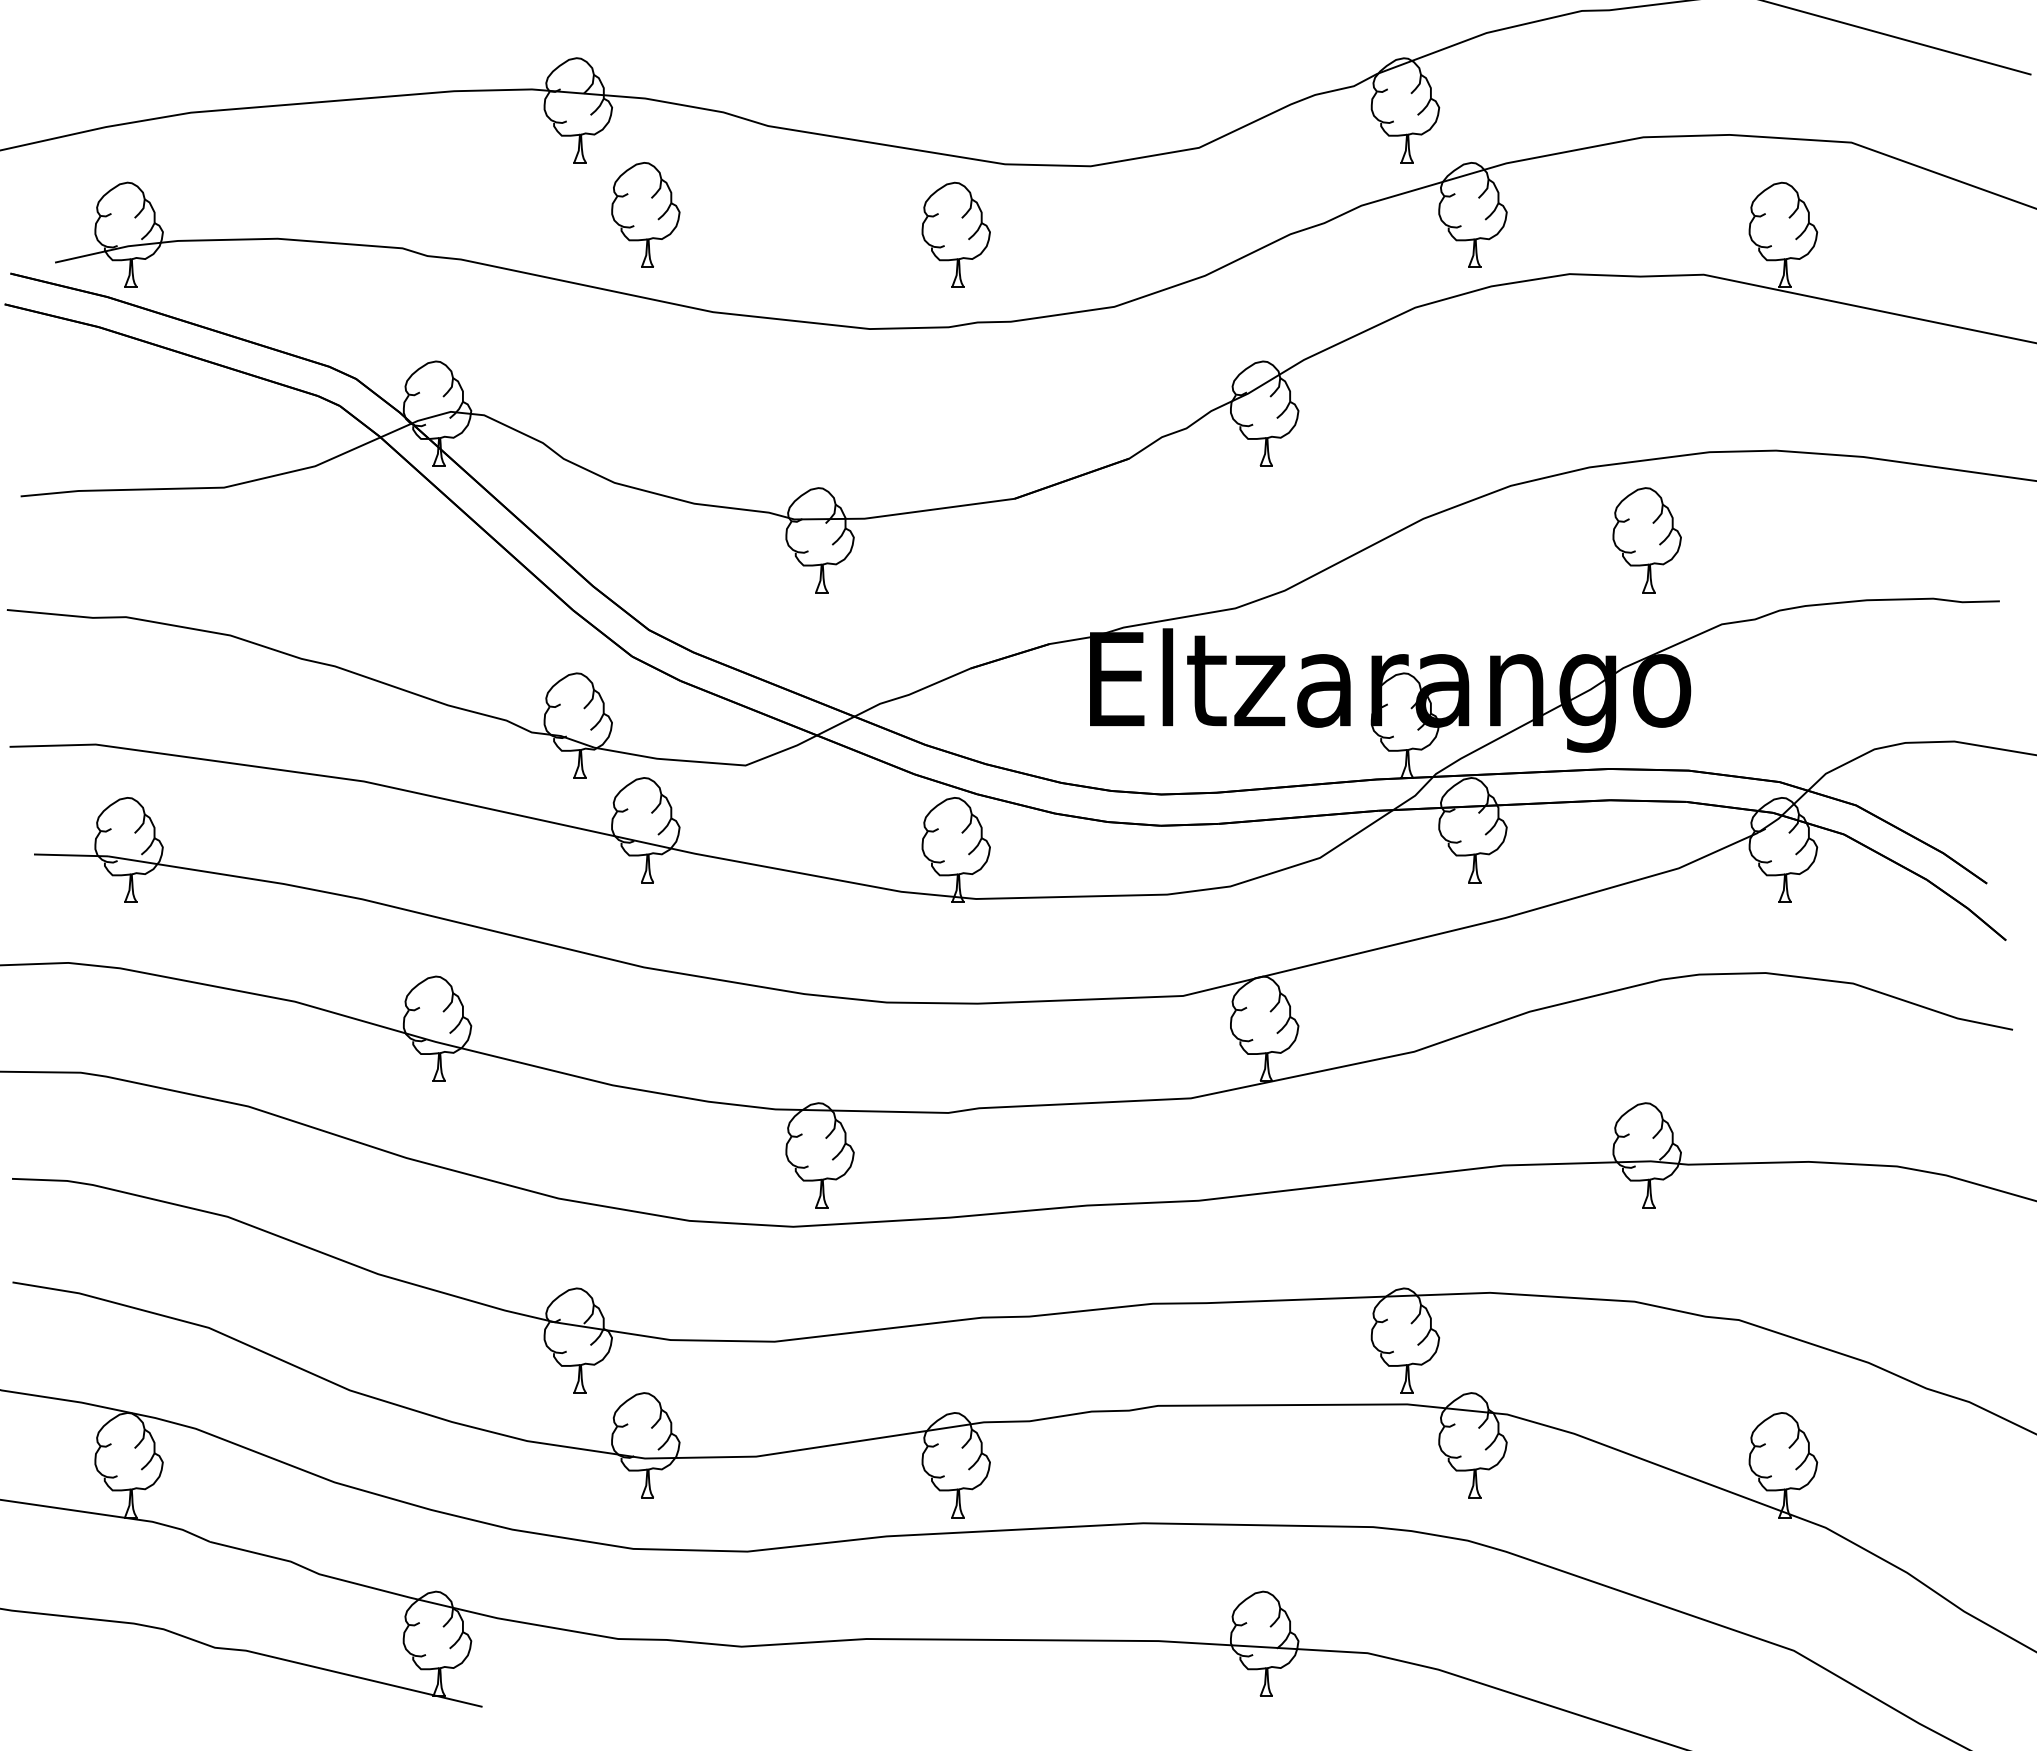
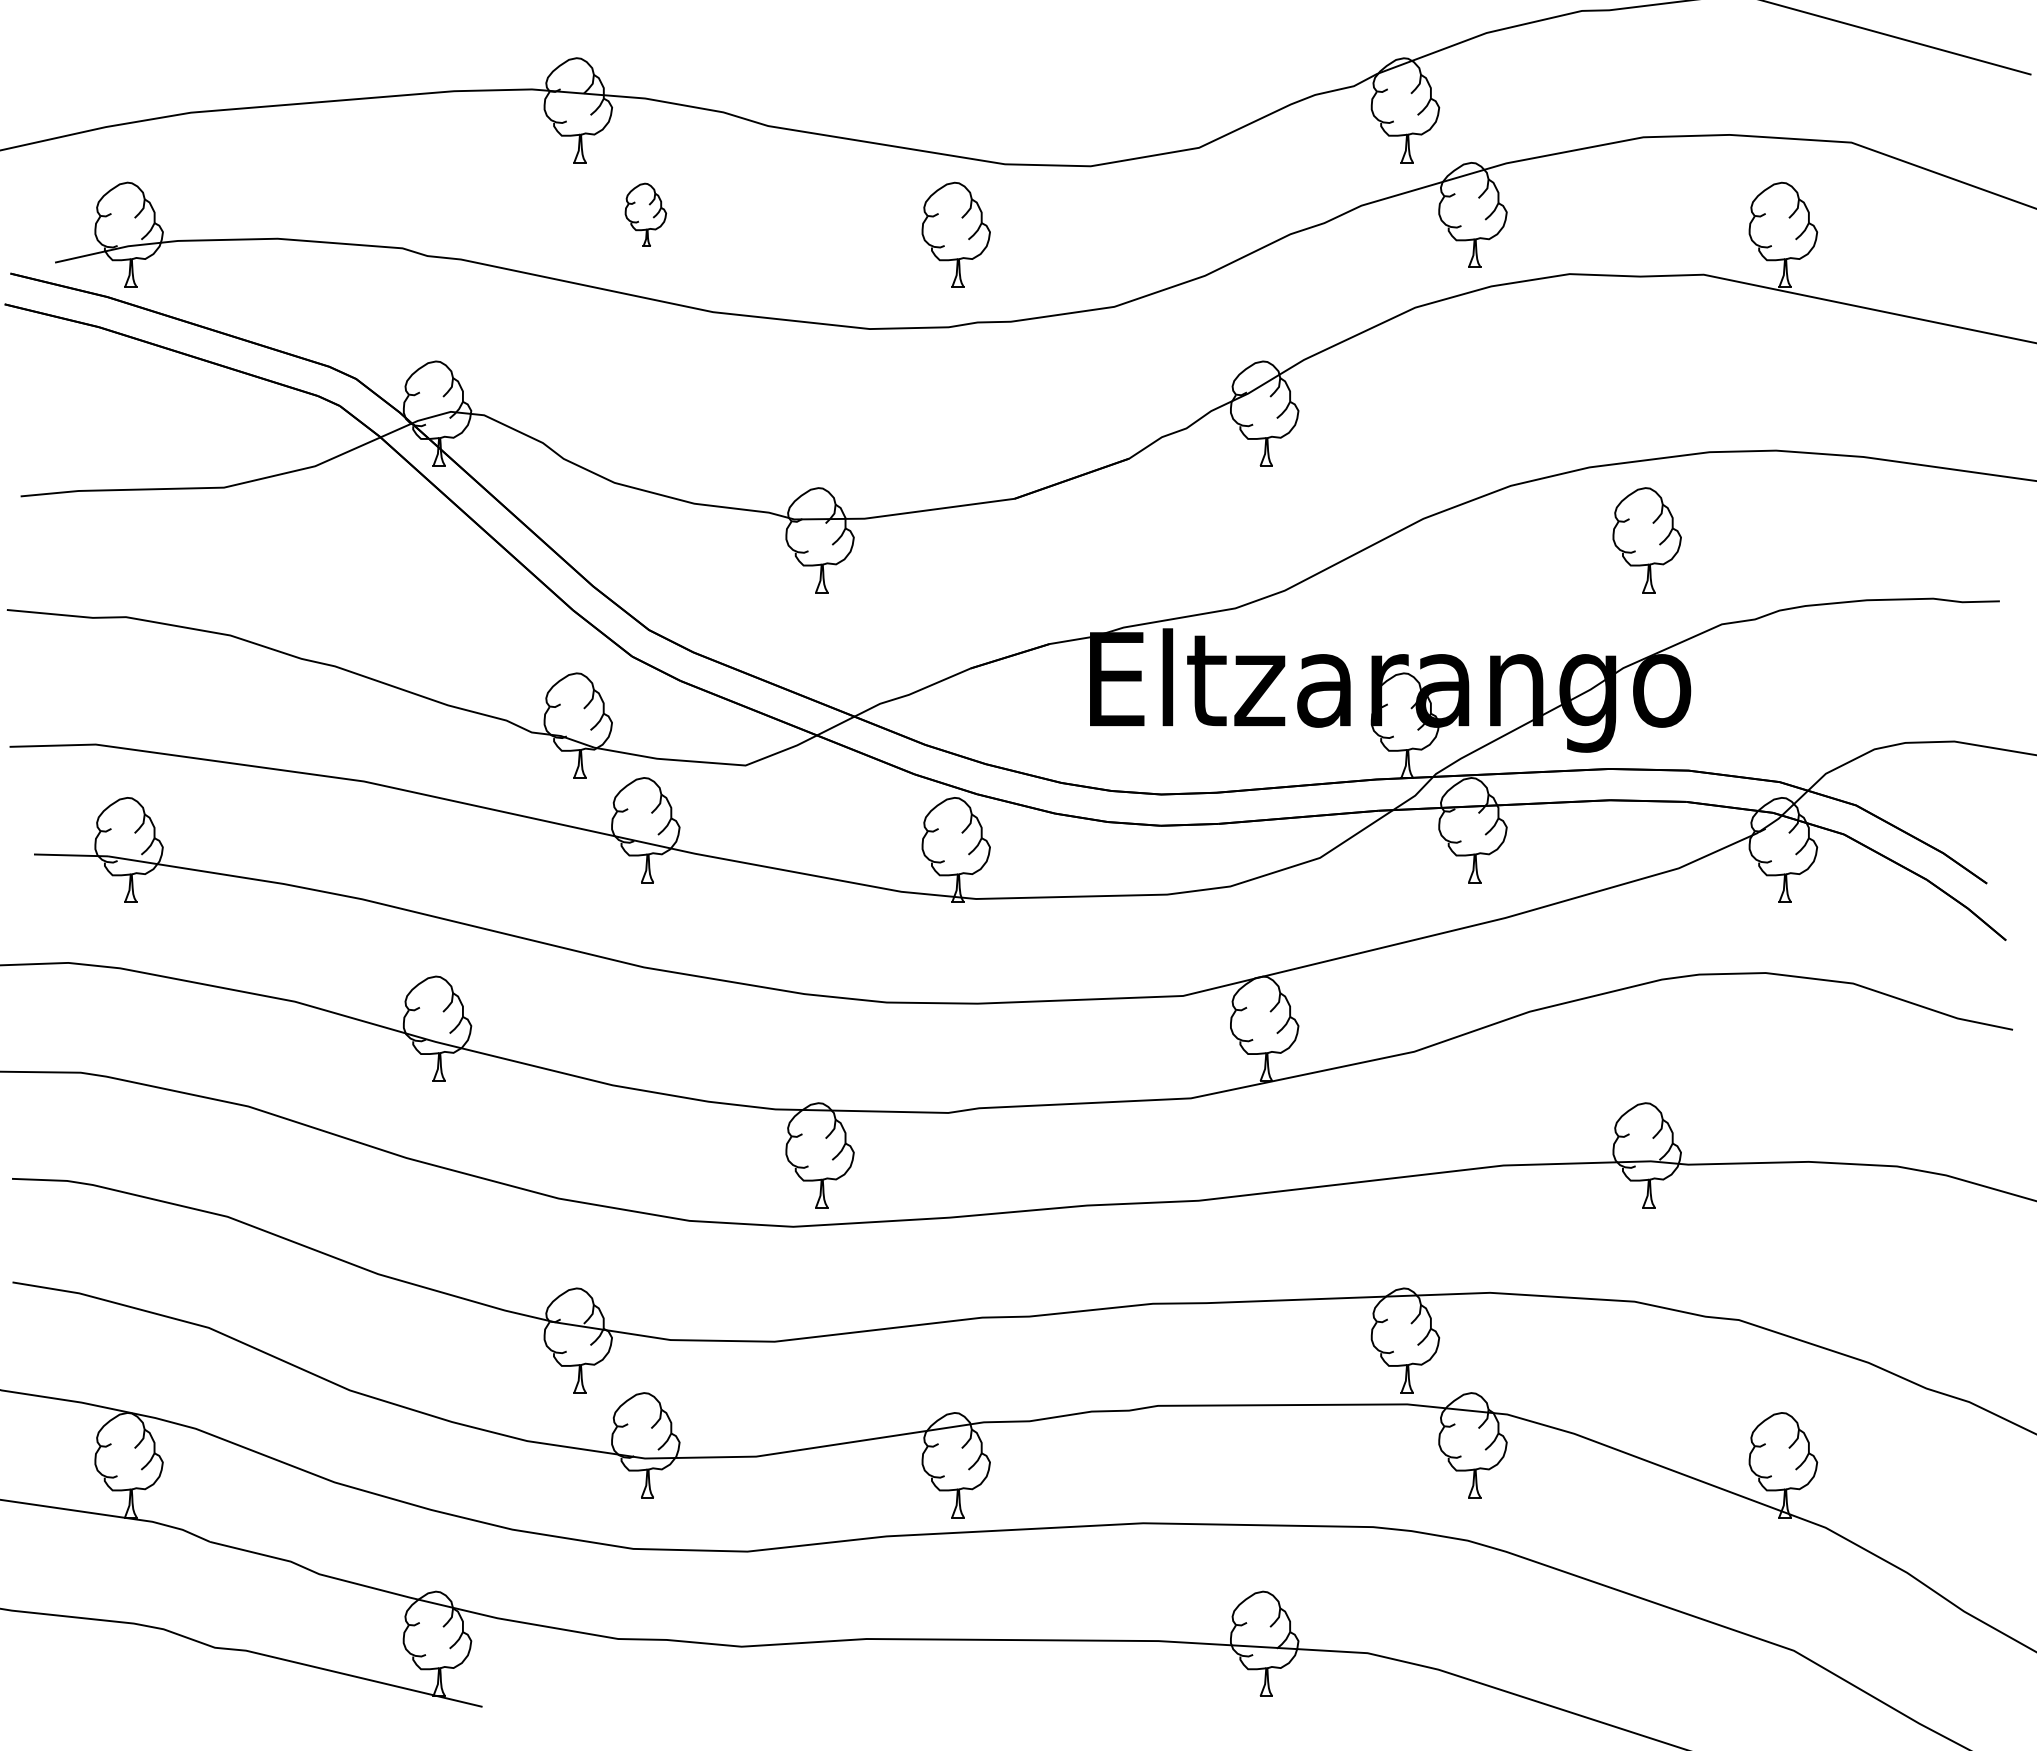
part at (645, 214) size: 70x106 px -> 44x65 px
